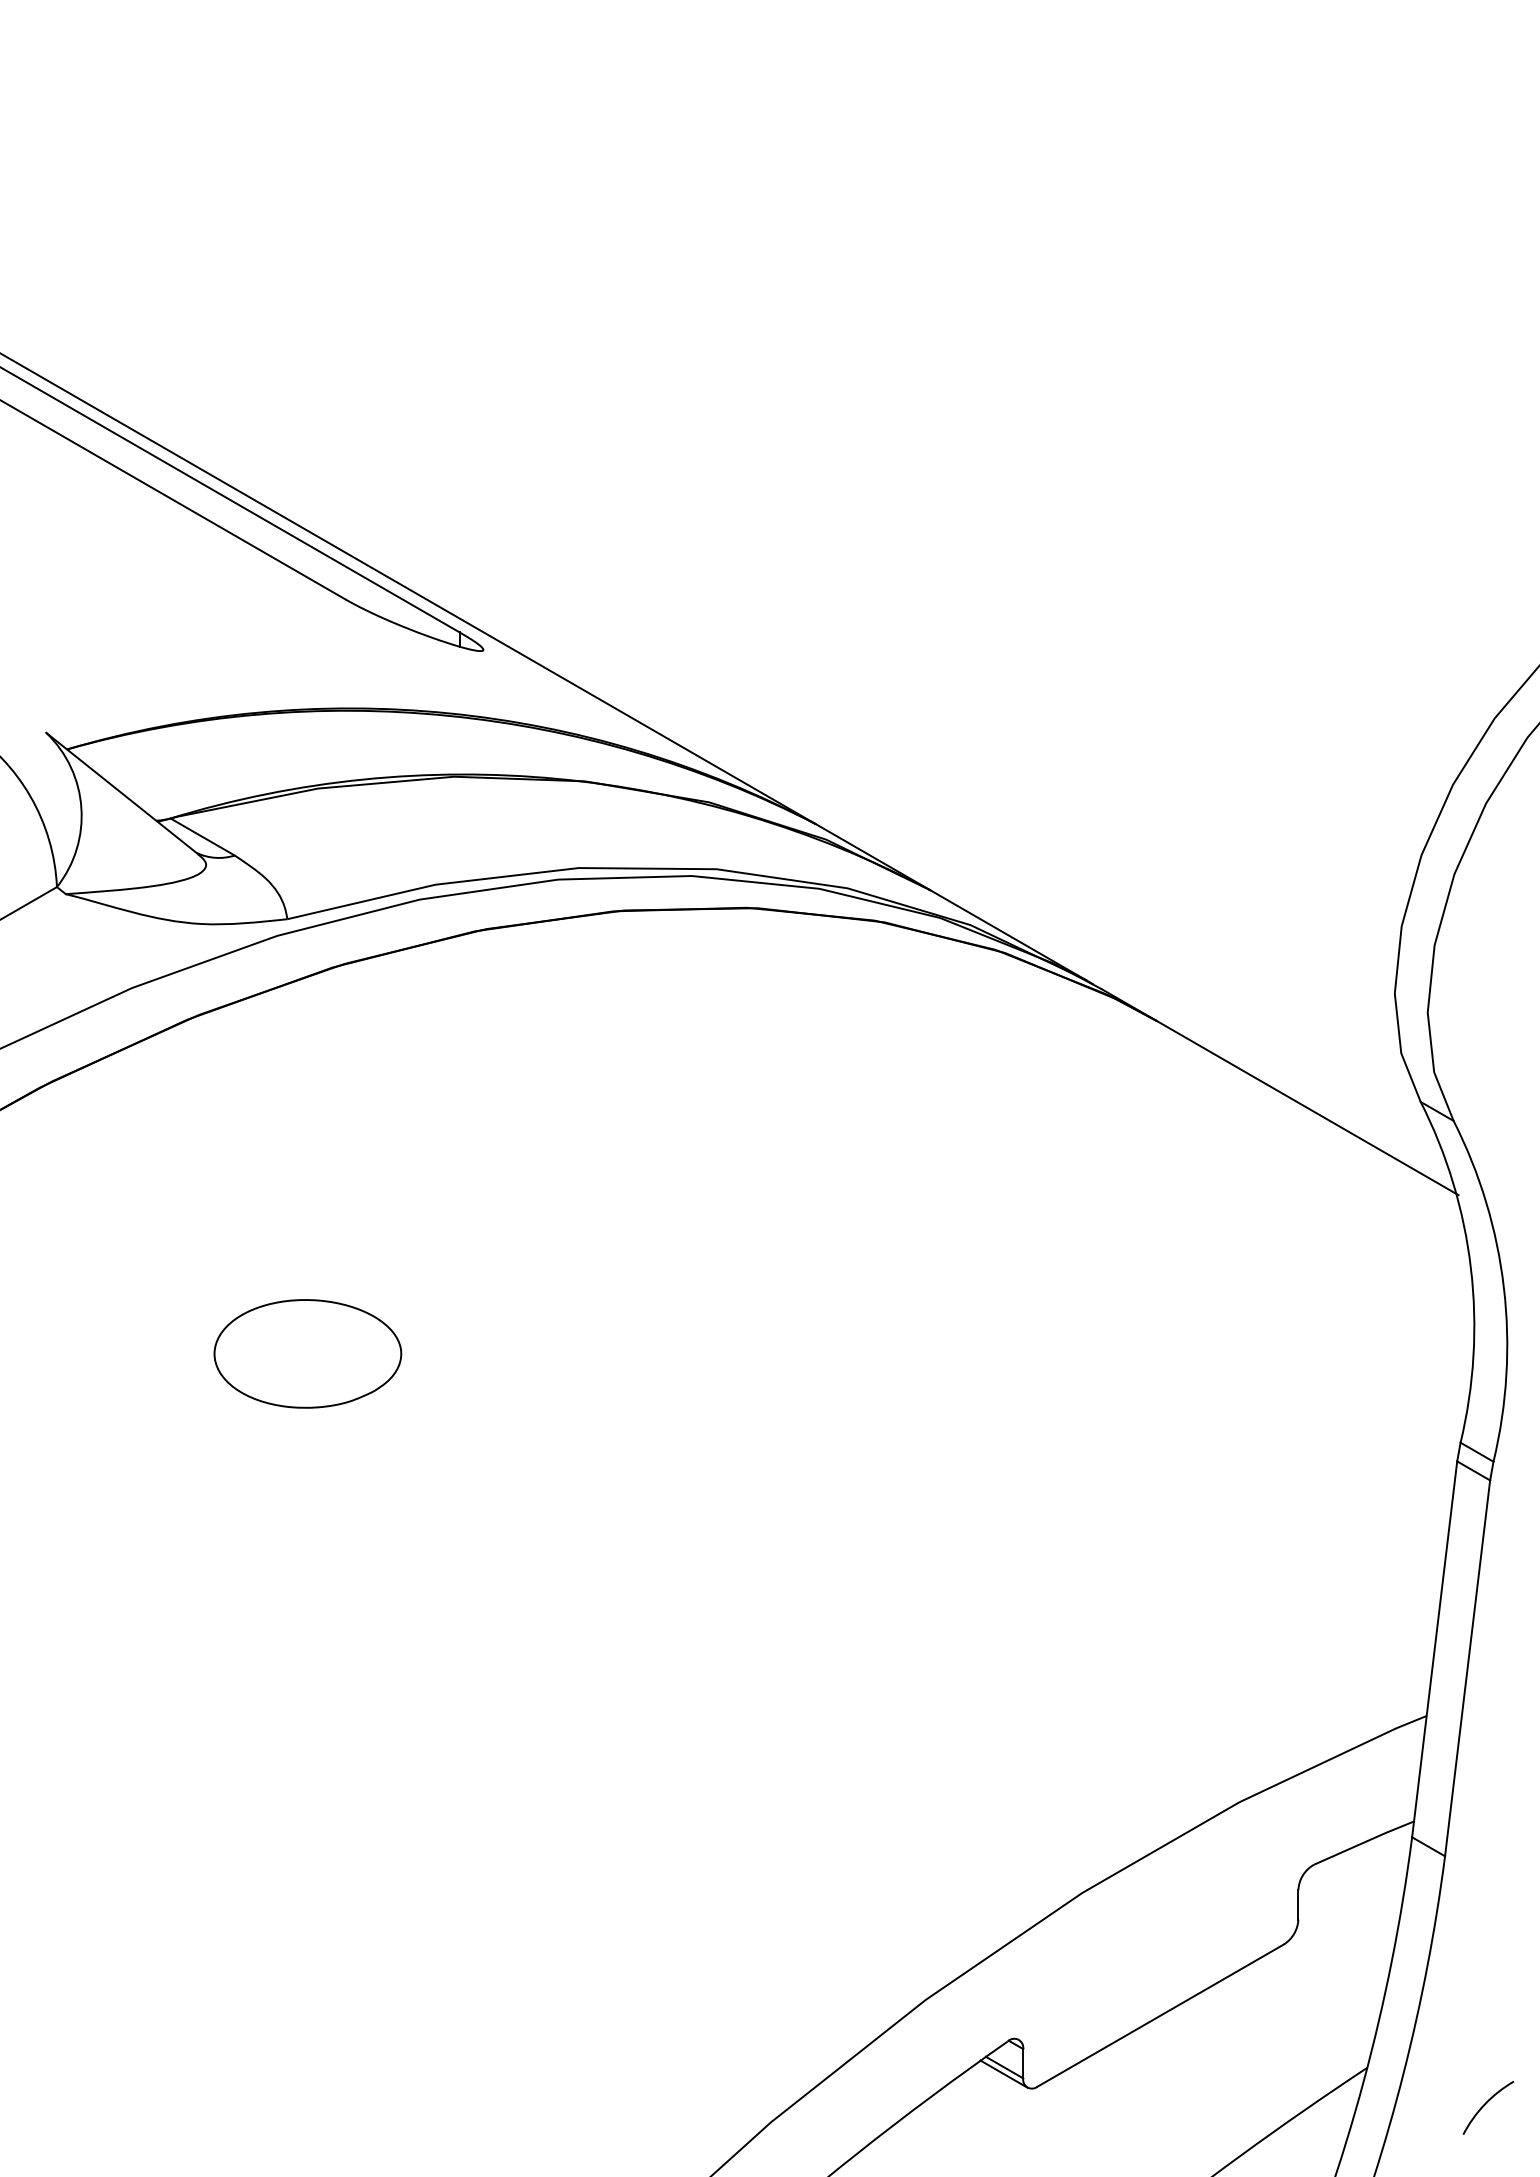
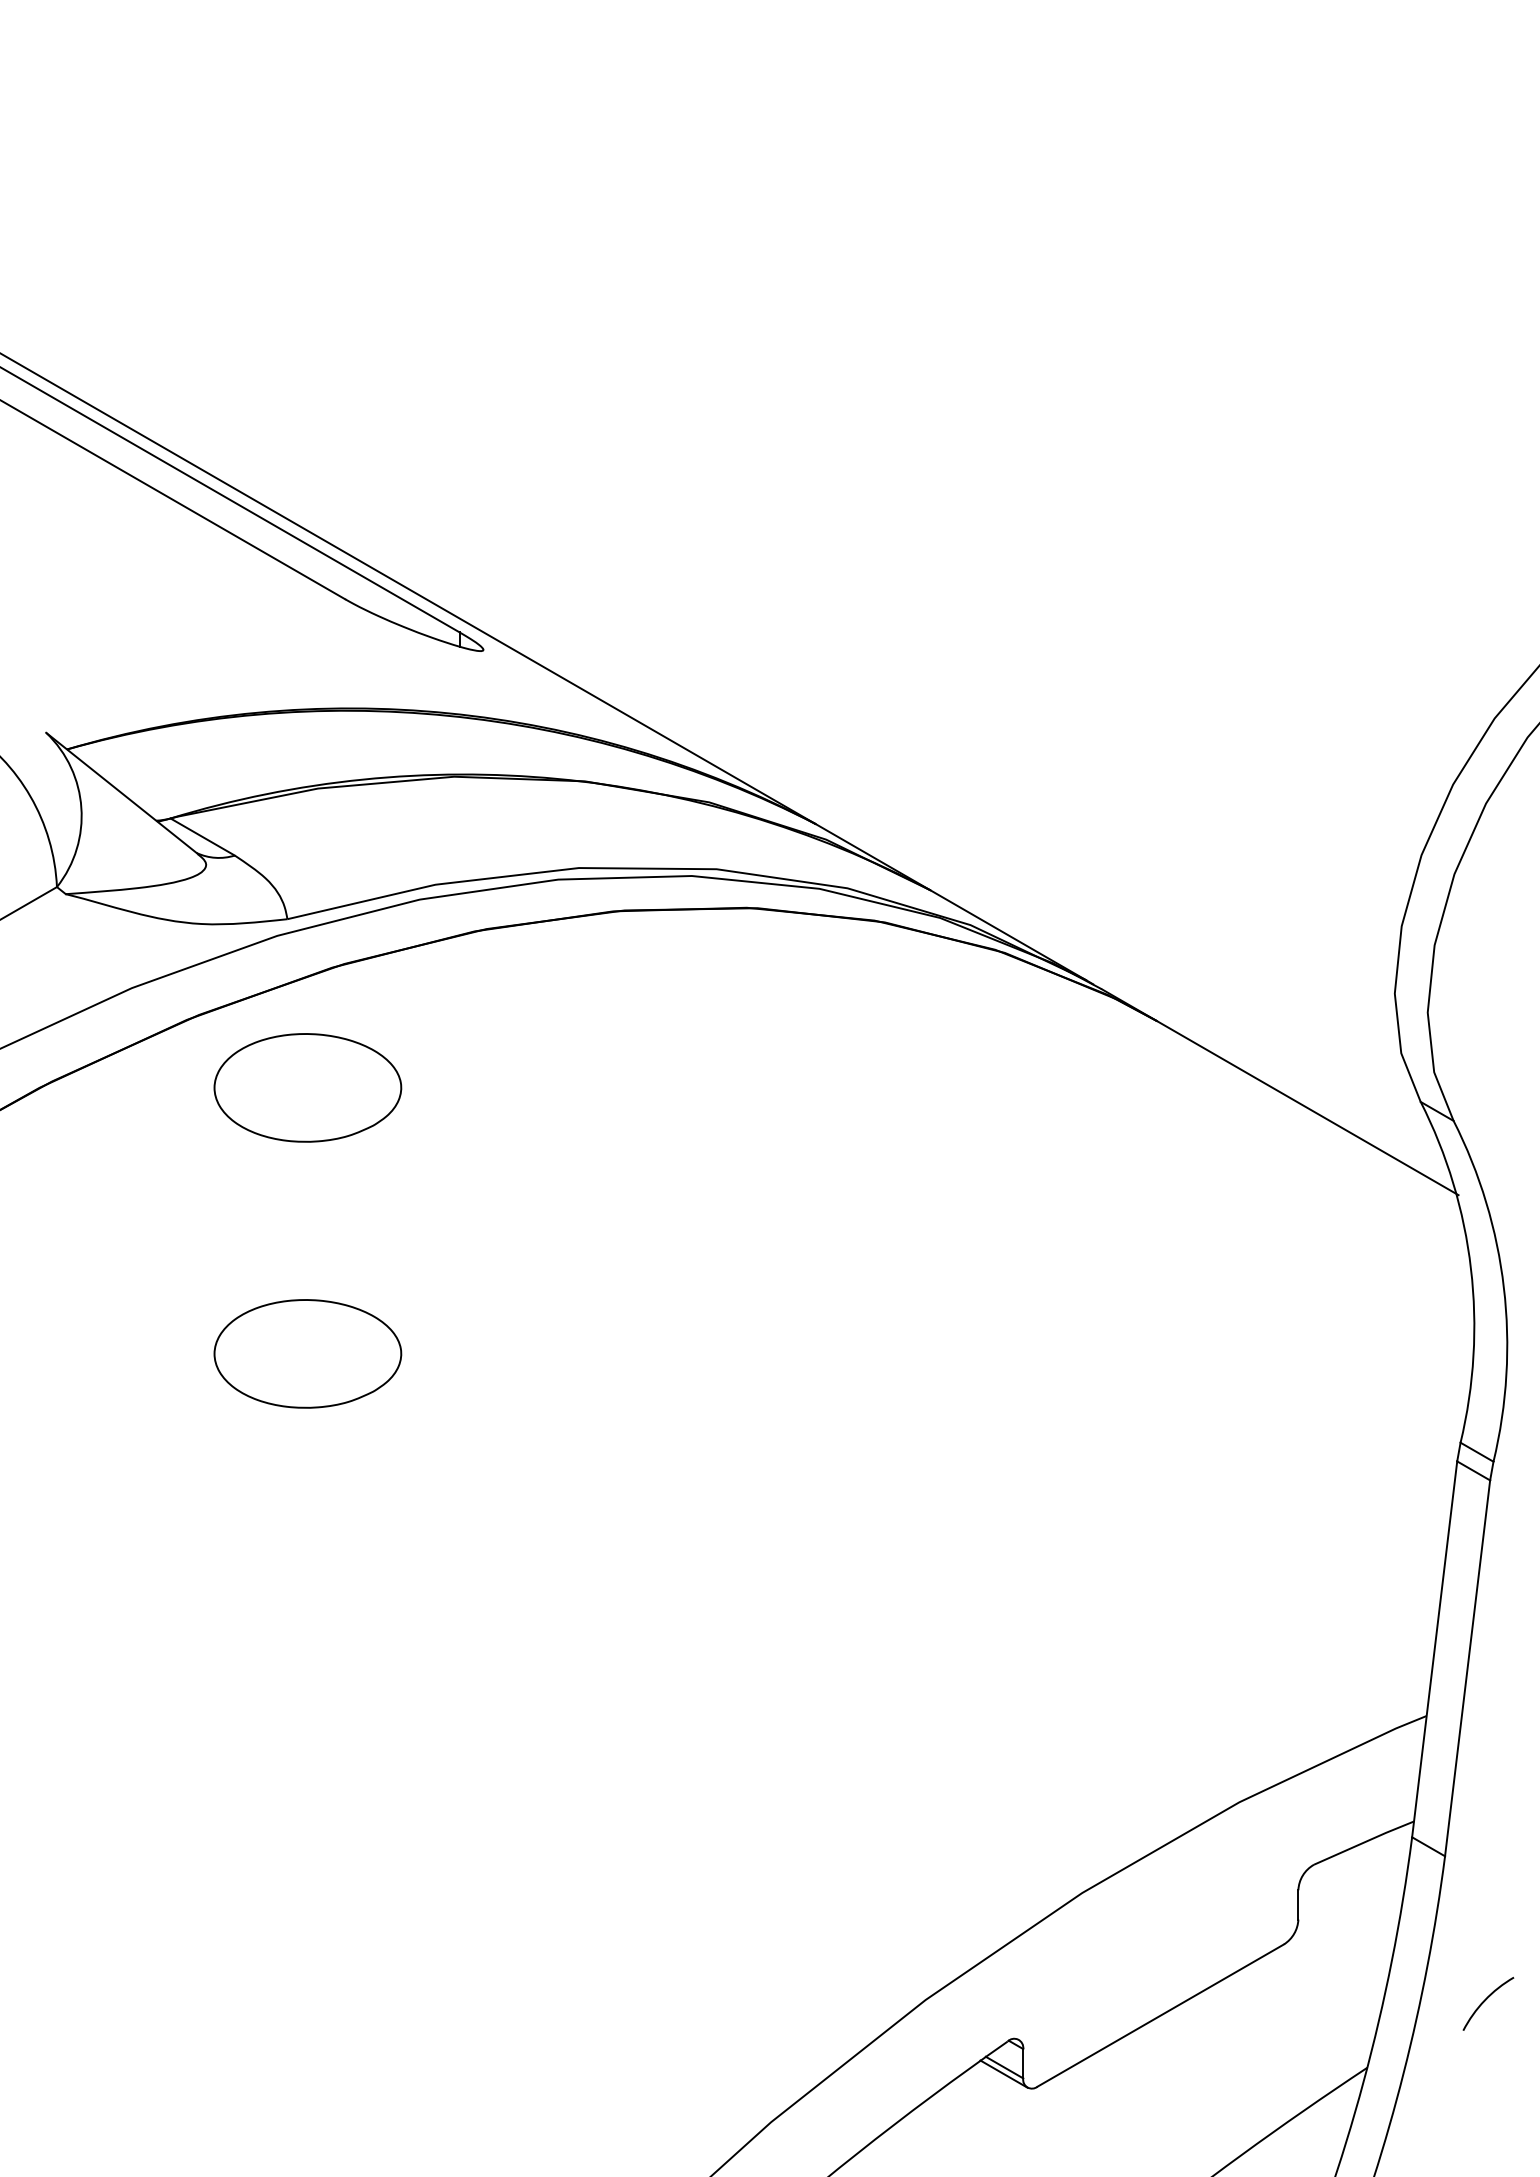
part at (307, 1087): none -> present
arc at (1486, 2104) position: (1486, 2104) -> (1486, 2000)
